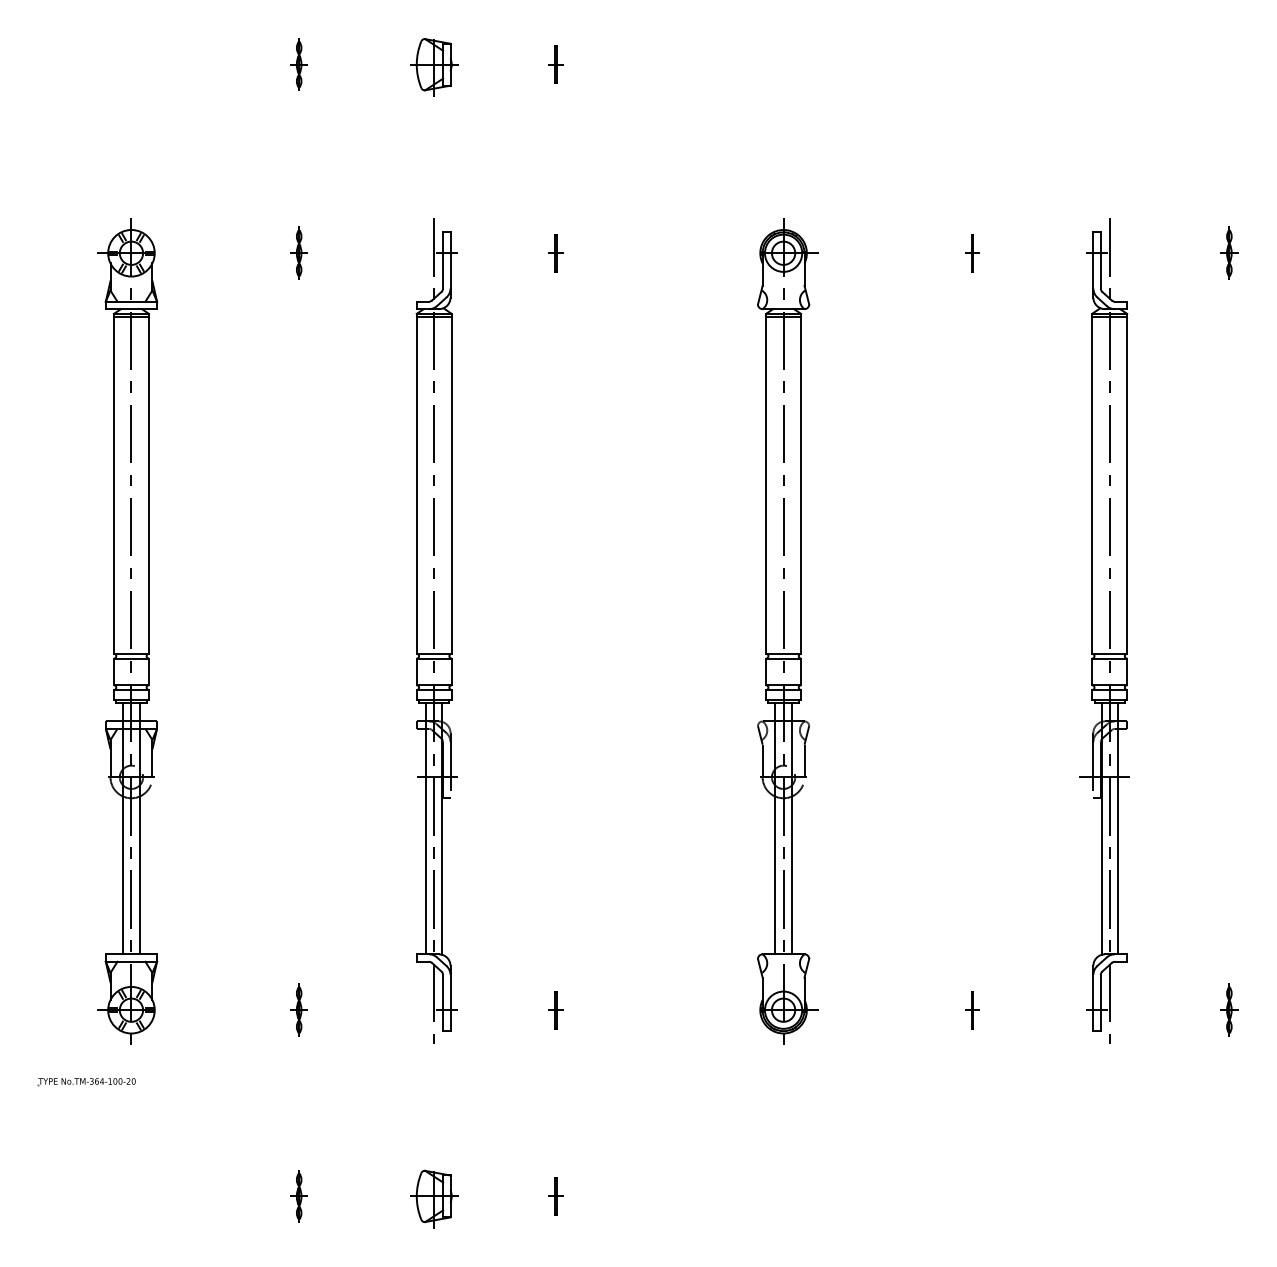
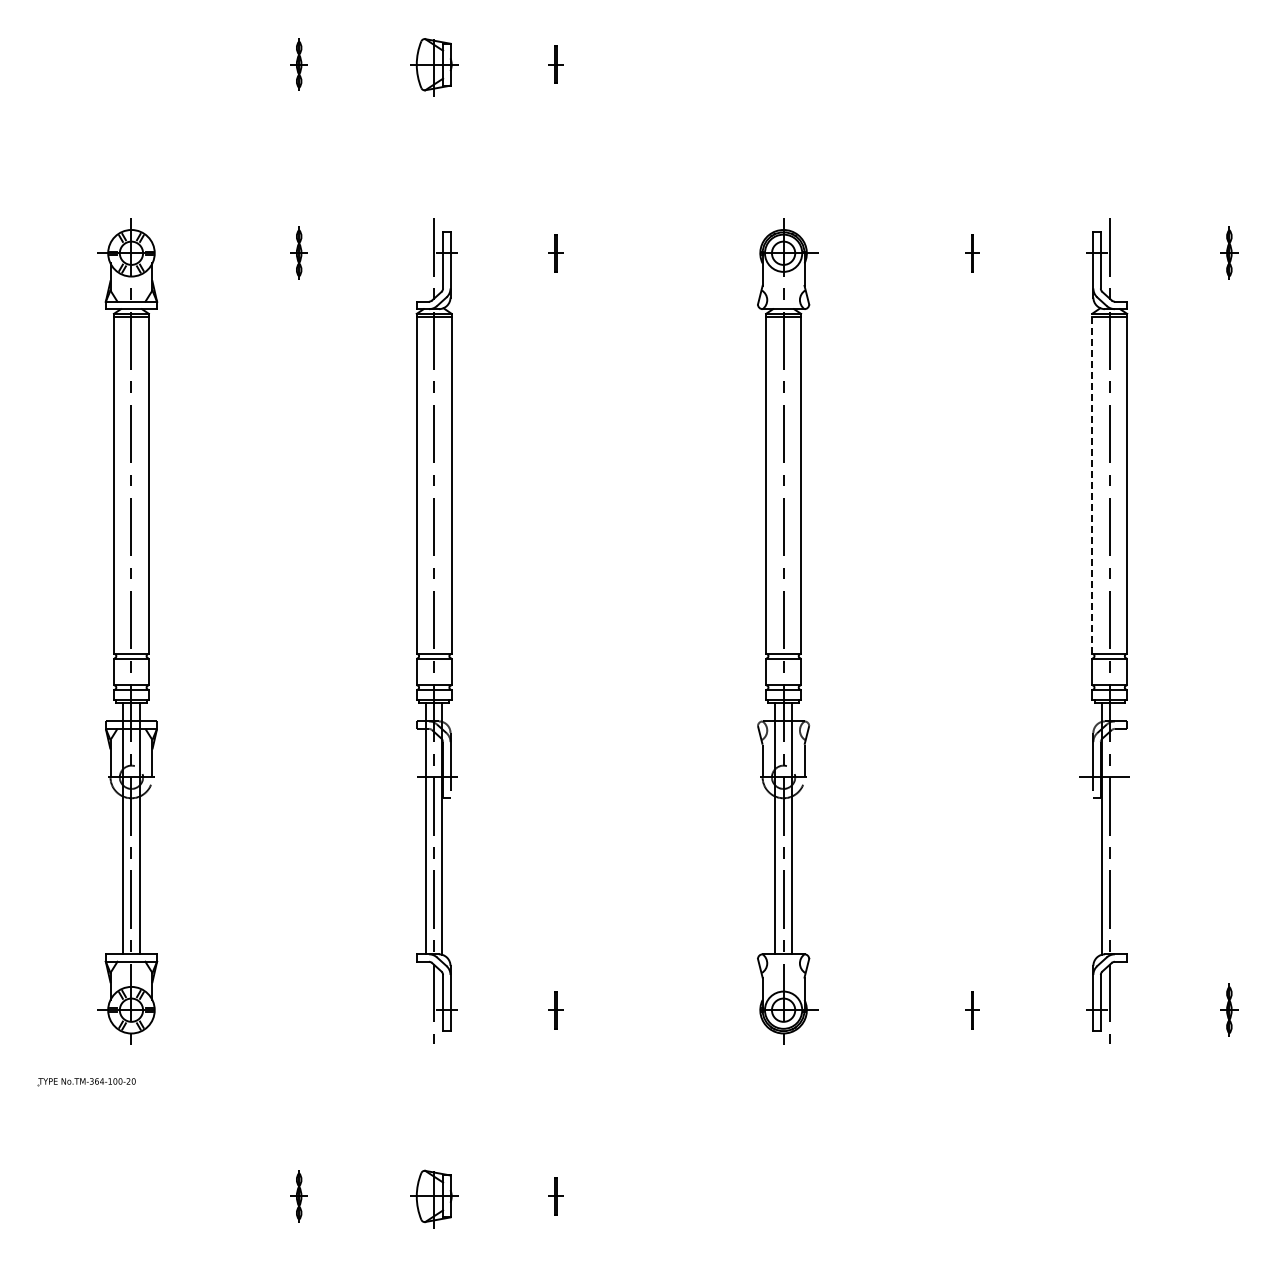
line at (1092, 483): solid -> dashed
line at (1117, 828): present -> none
part at (298, 1009): present -> none
